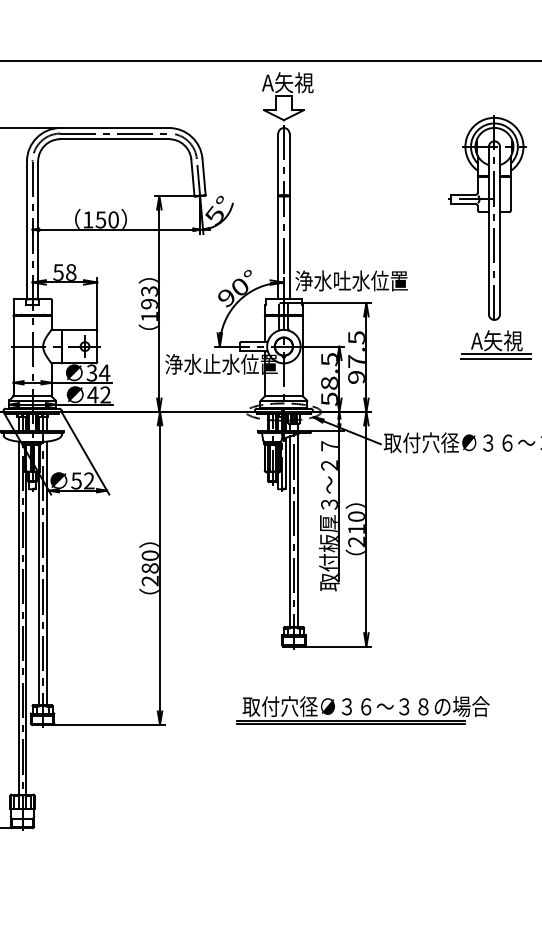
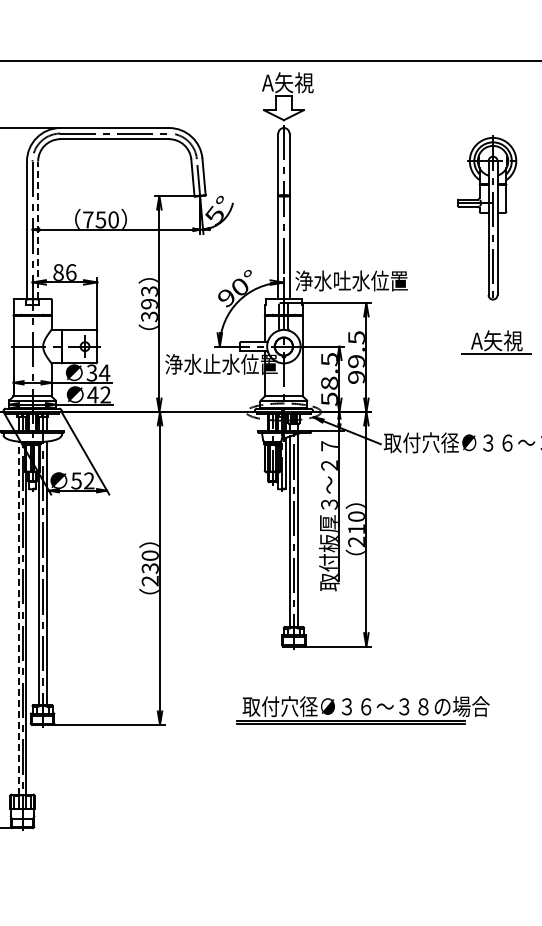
part at (487, 217) size: 79x206 px -> 61x166 px
text at (88, 219): 150 -> 750
line at (38, 230): solid -> dashed
text at (64, 272): 58 -> 86
text at (149, 316): 193 -> 393
line at (496, 359): present -> none
text at (356, 361): 97.5 -> 99.5
text at (149, 568): 280 -> 230
line at (18, 617): solid -> dashed
